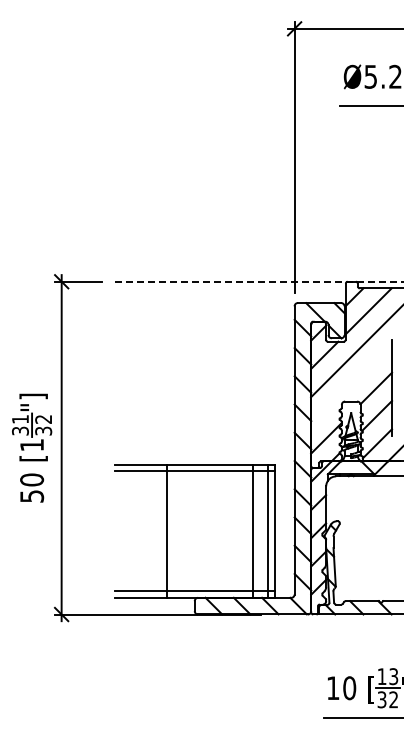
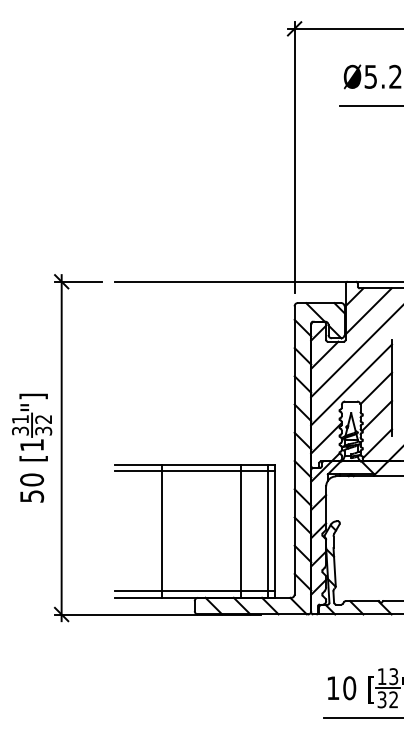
line at (259, 281): dashed -> solid
line at (351, 384): none -> present
line at (166, 530) position: (166, 530) -> (161, 530)
line at (253, 530) position: (253, 530) -> (241, 530)
